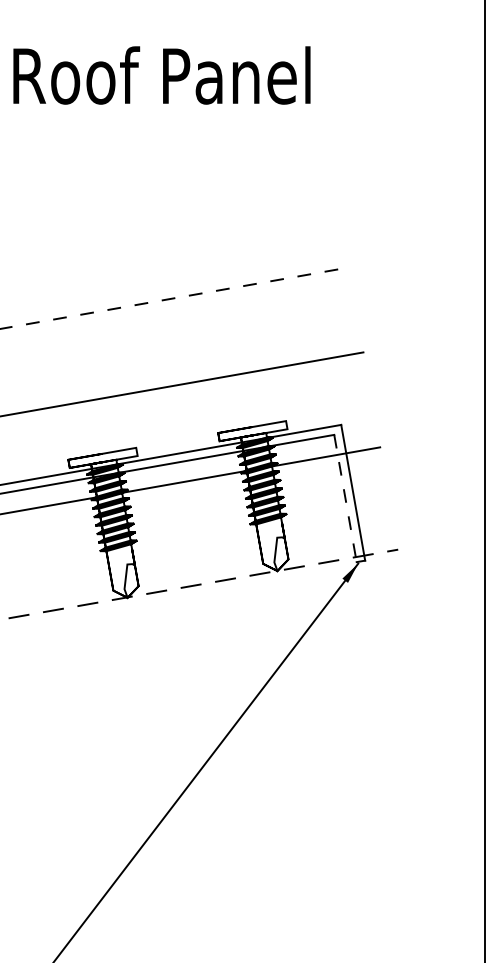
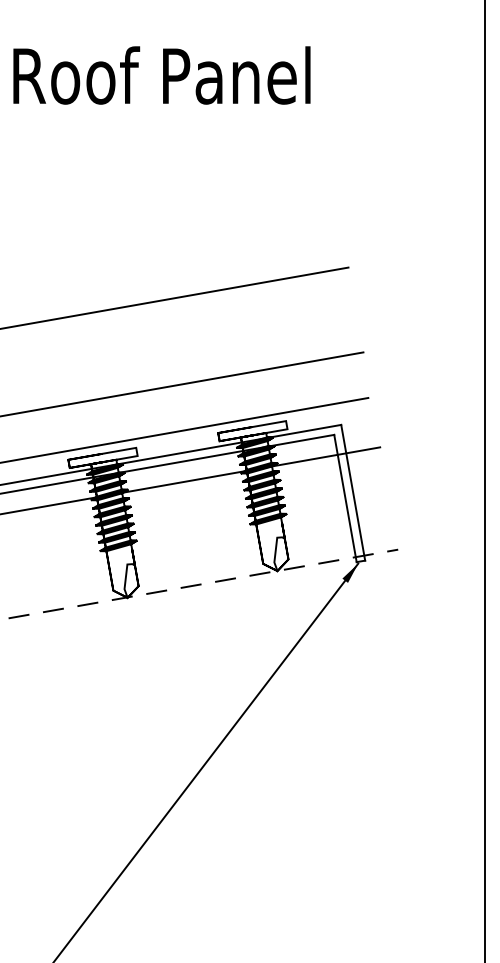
line at (174, 298): dashed -> solid
line at (185, 429): none -> present
line at (345, 498): dashed -> solid
